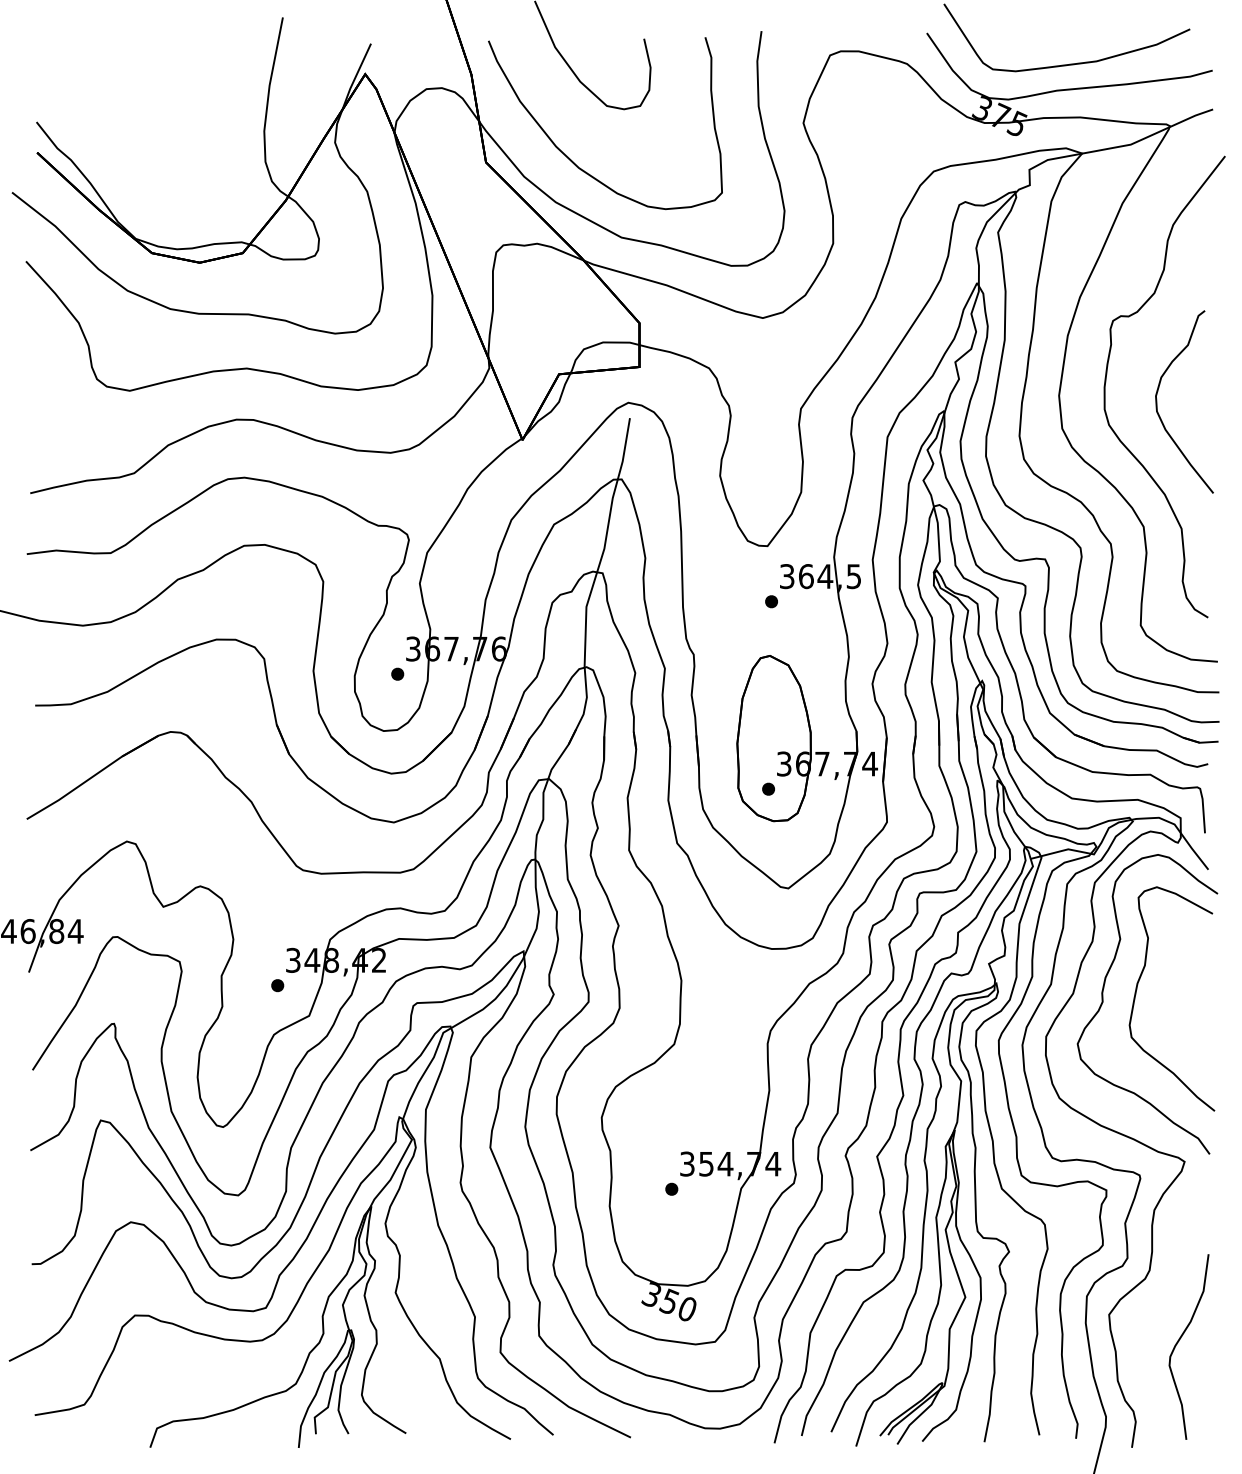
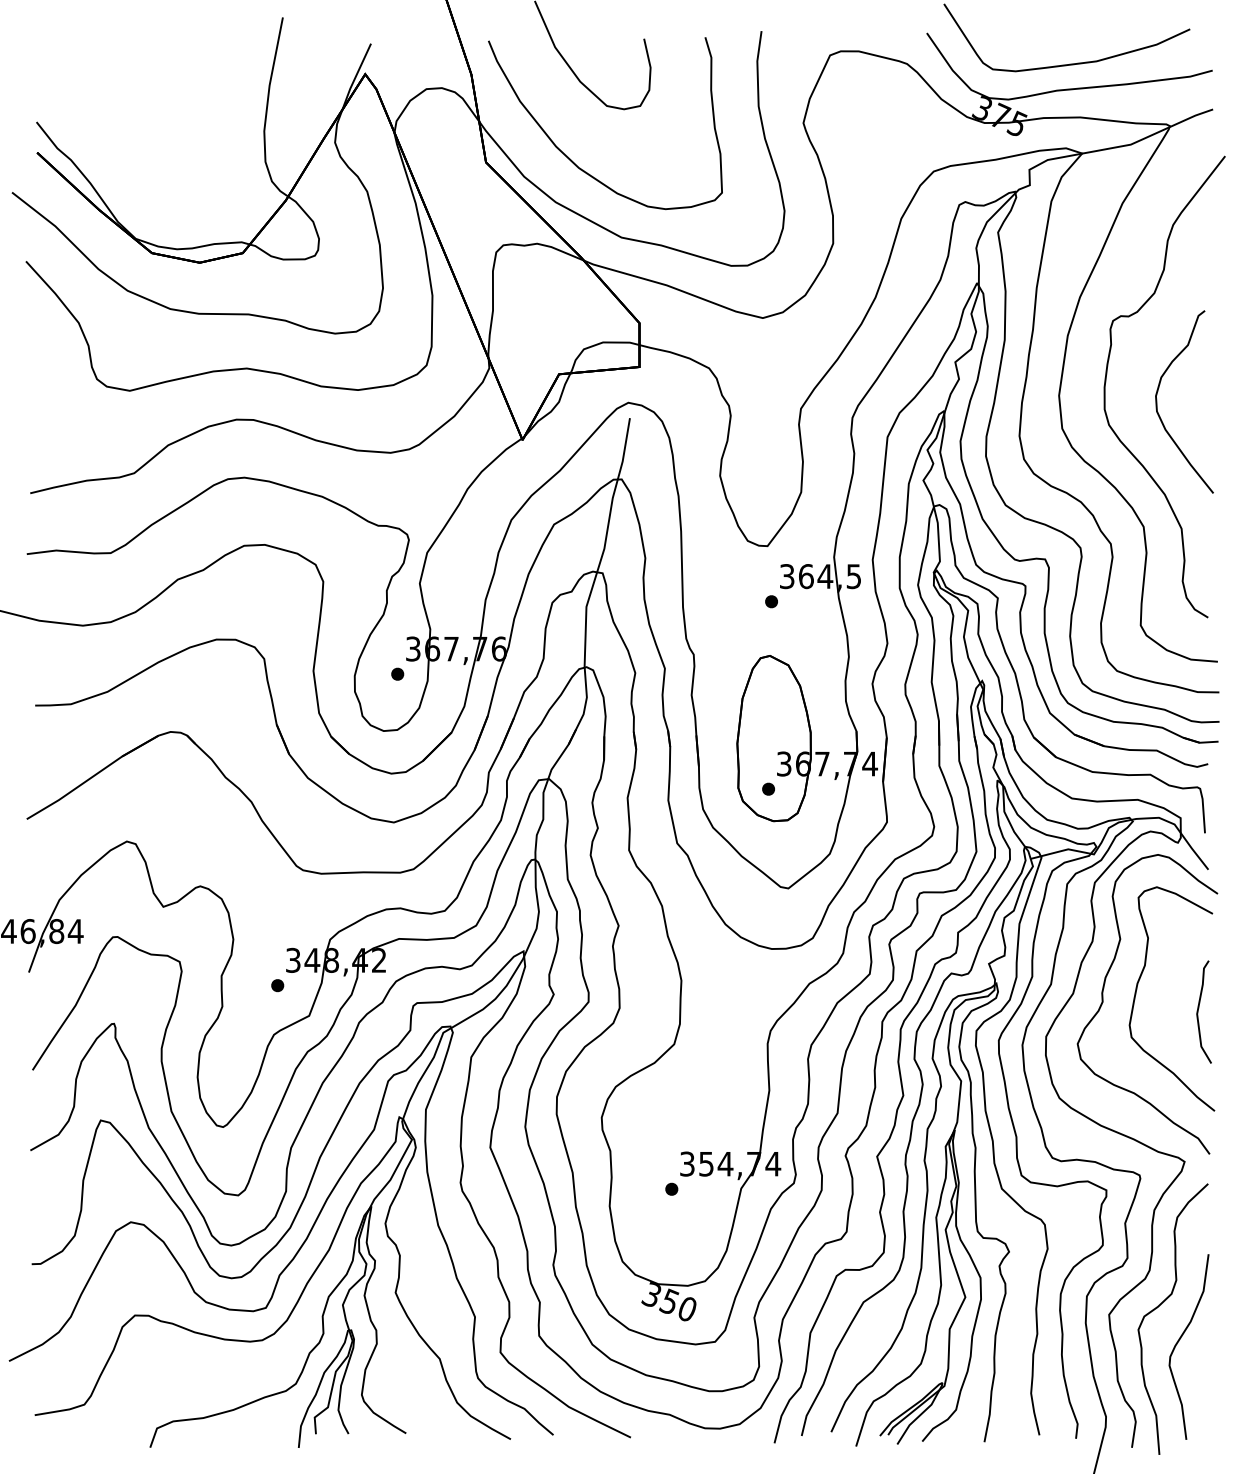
curve at (1199, 1008): none -> present
curve at (1160, 1305): none -> present
